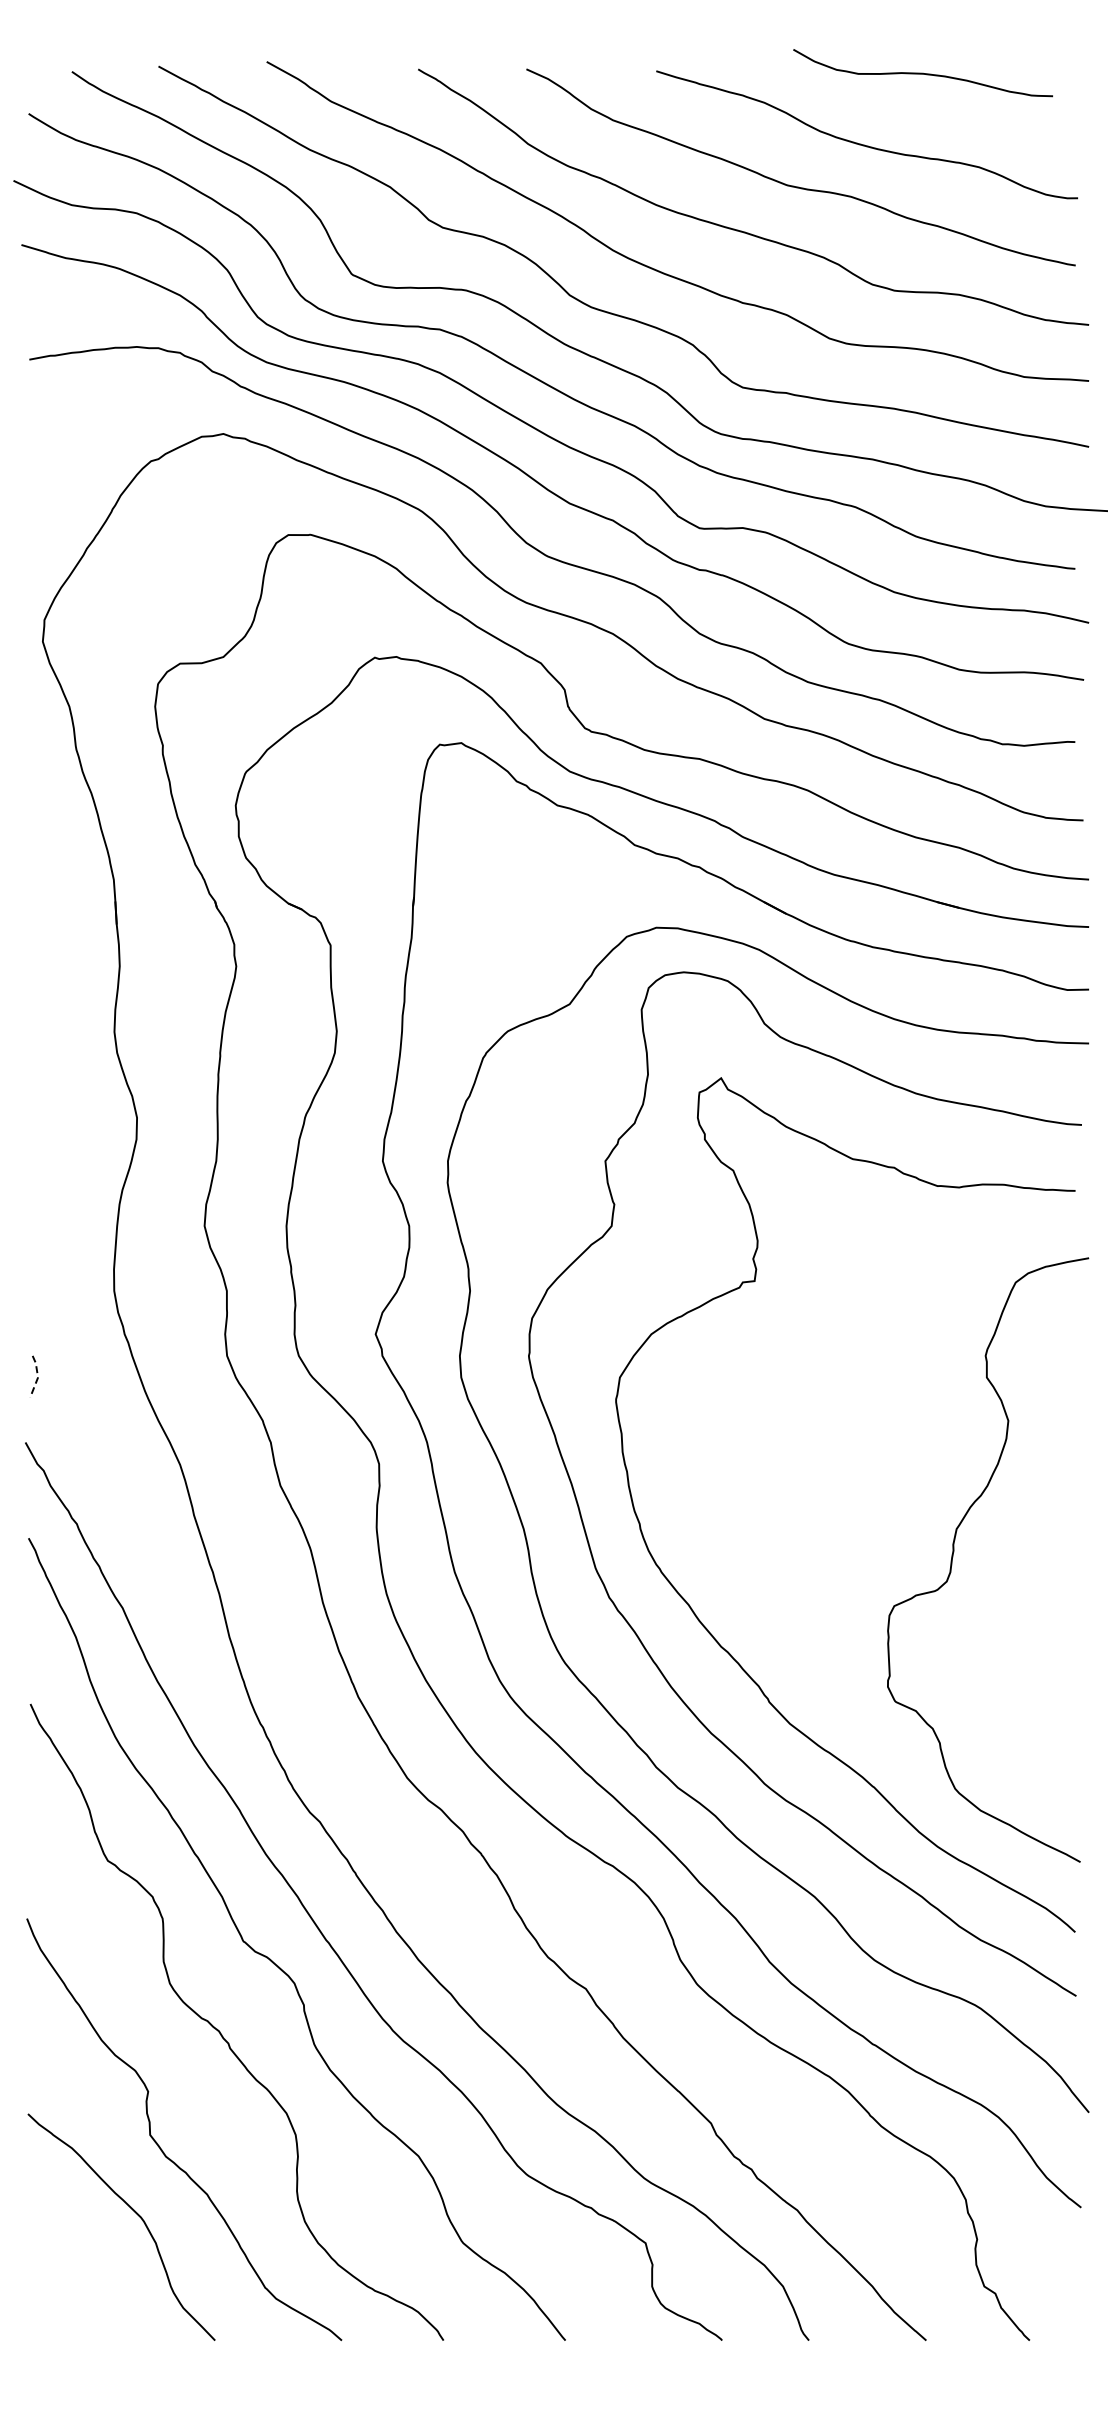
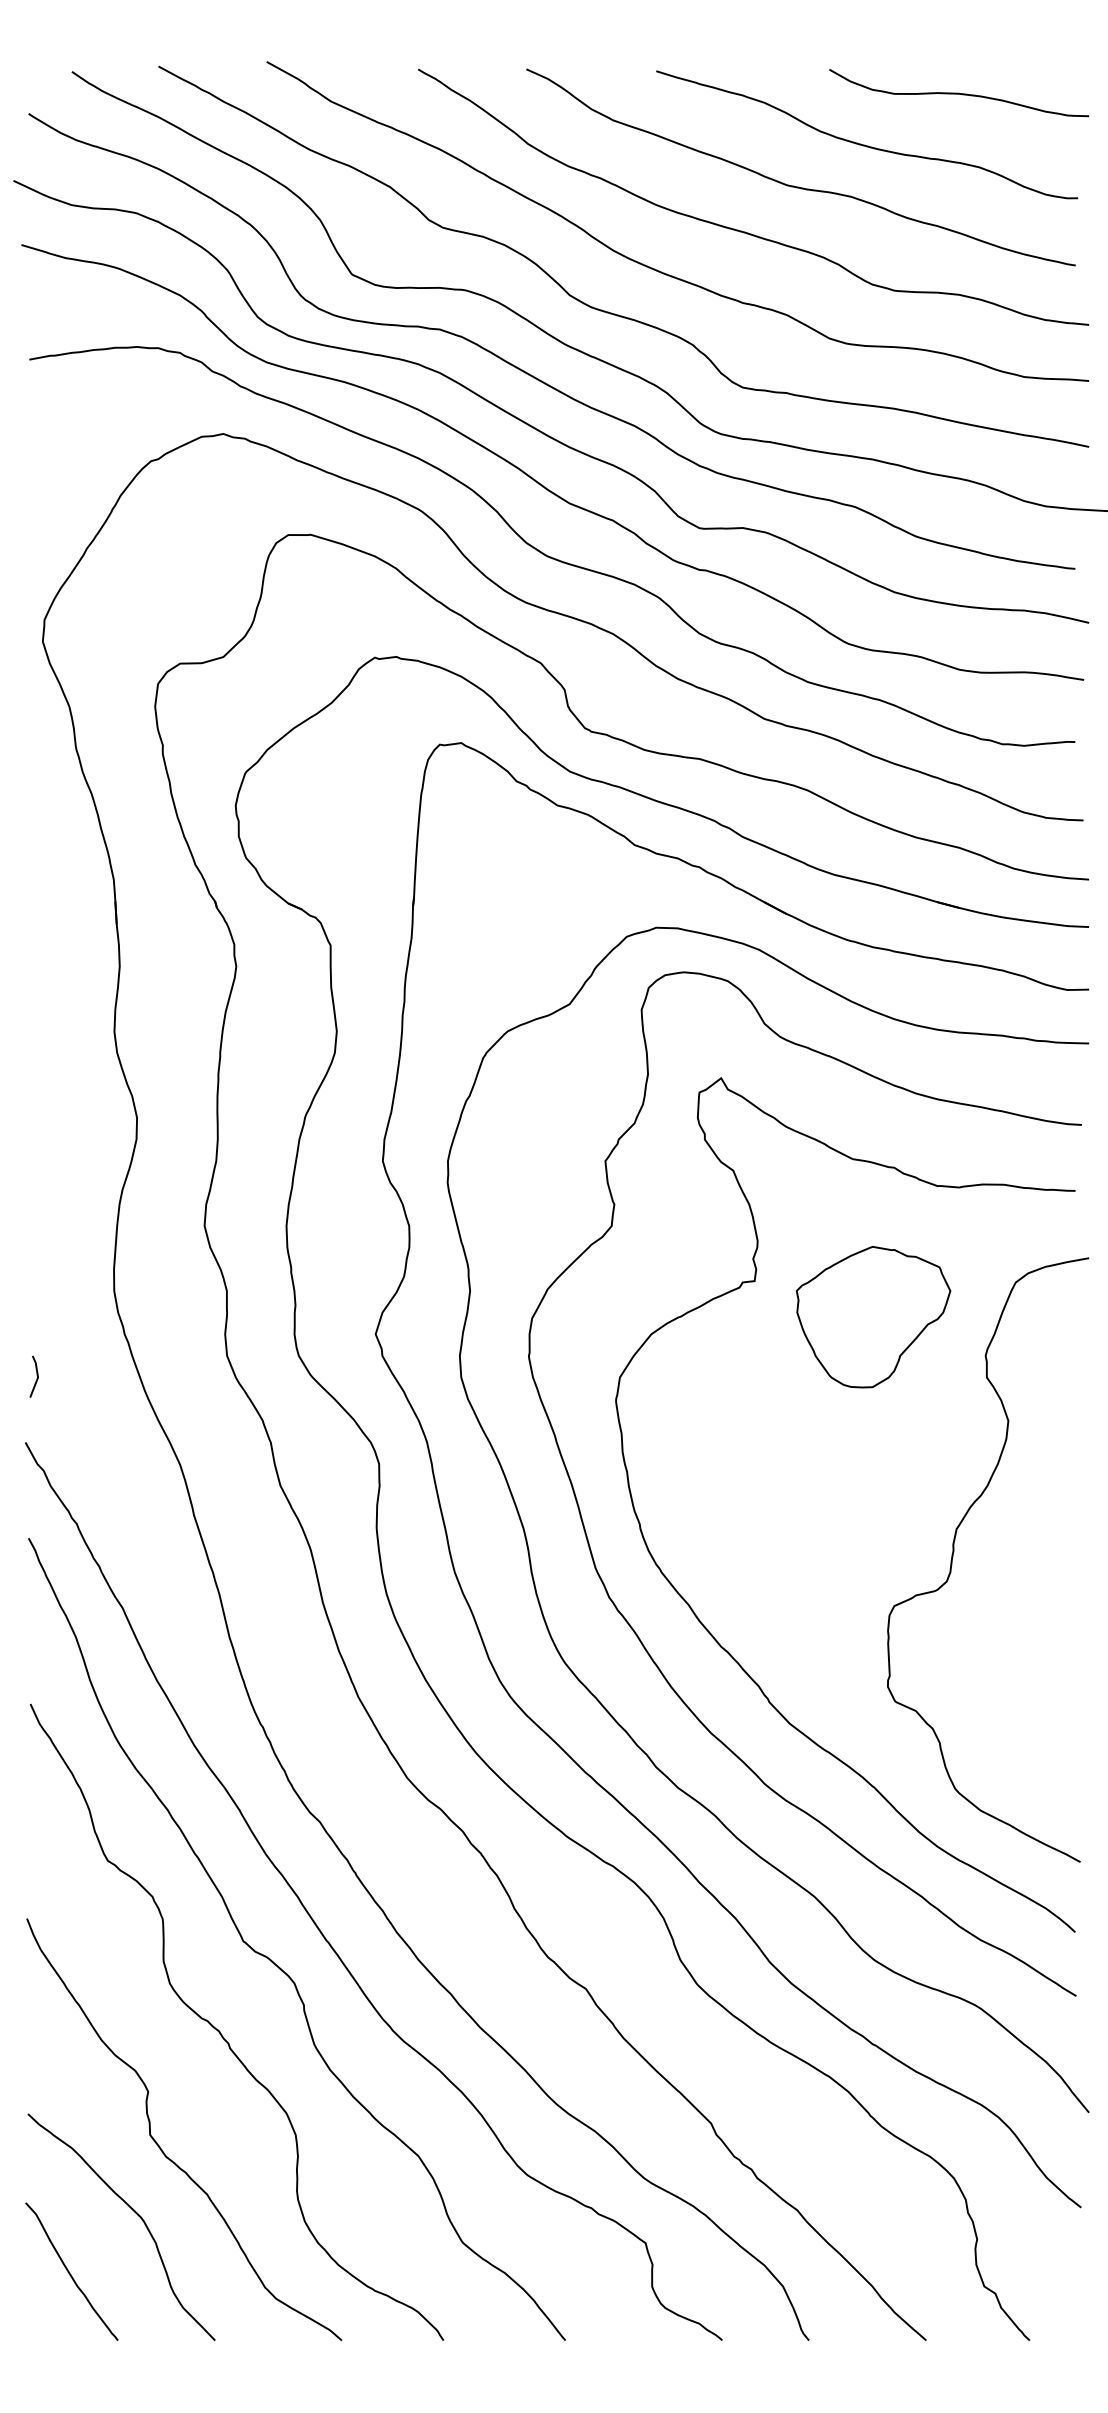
curve at (922, 73) position: (922, 73) -> (958, 93)
part at (873, 1317): none -> present
line at (38, 1377): dashed -> solid
curve at (70, 2272): none -> present
